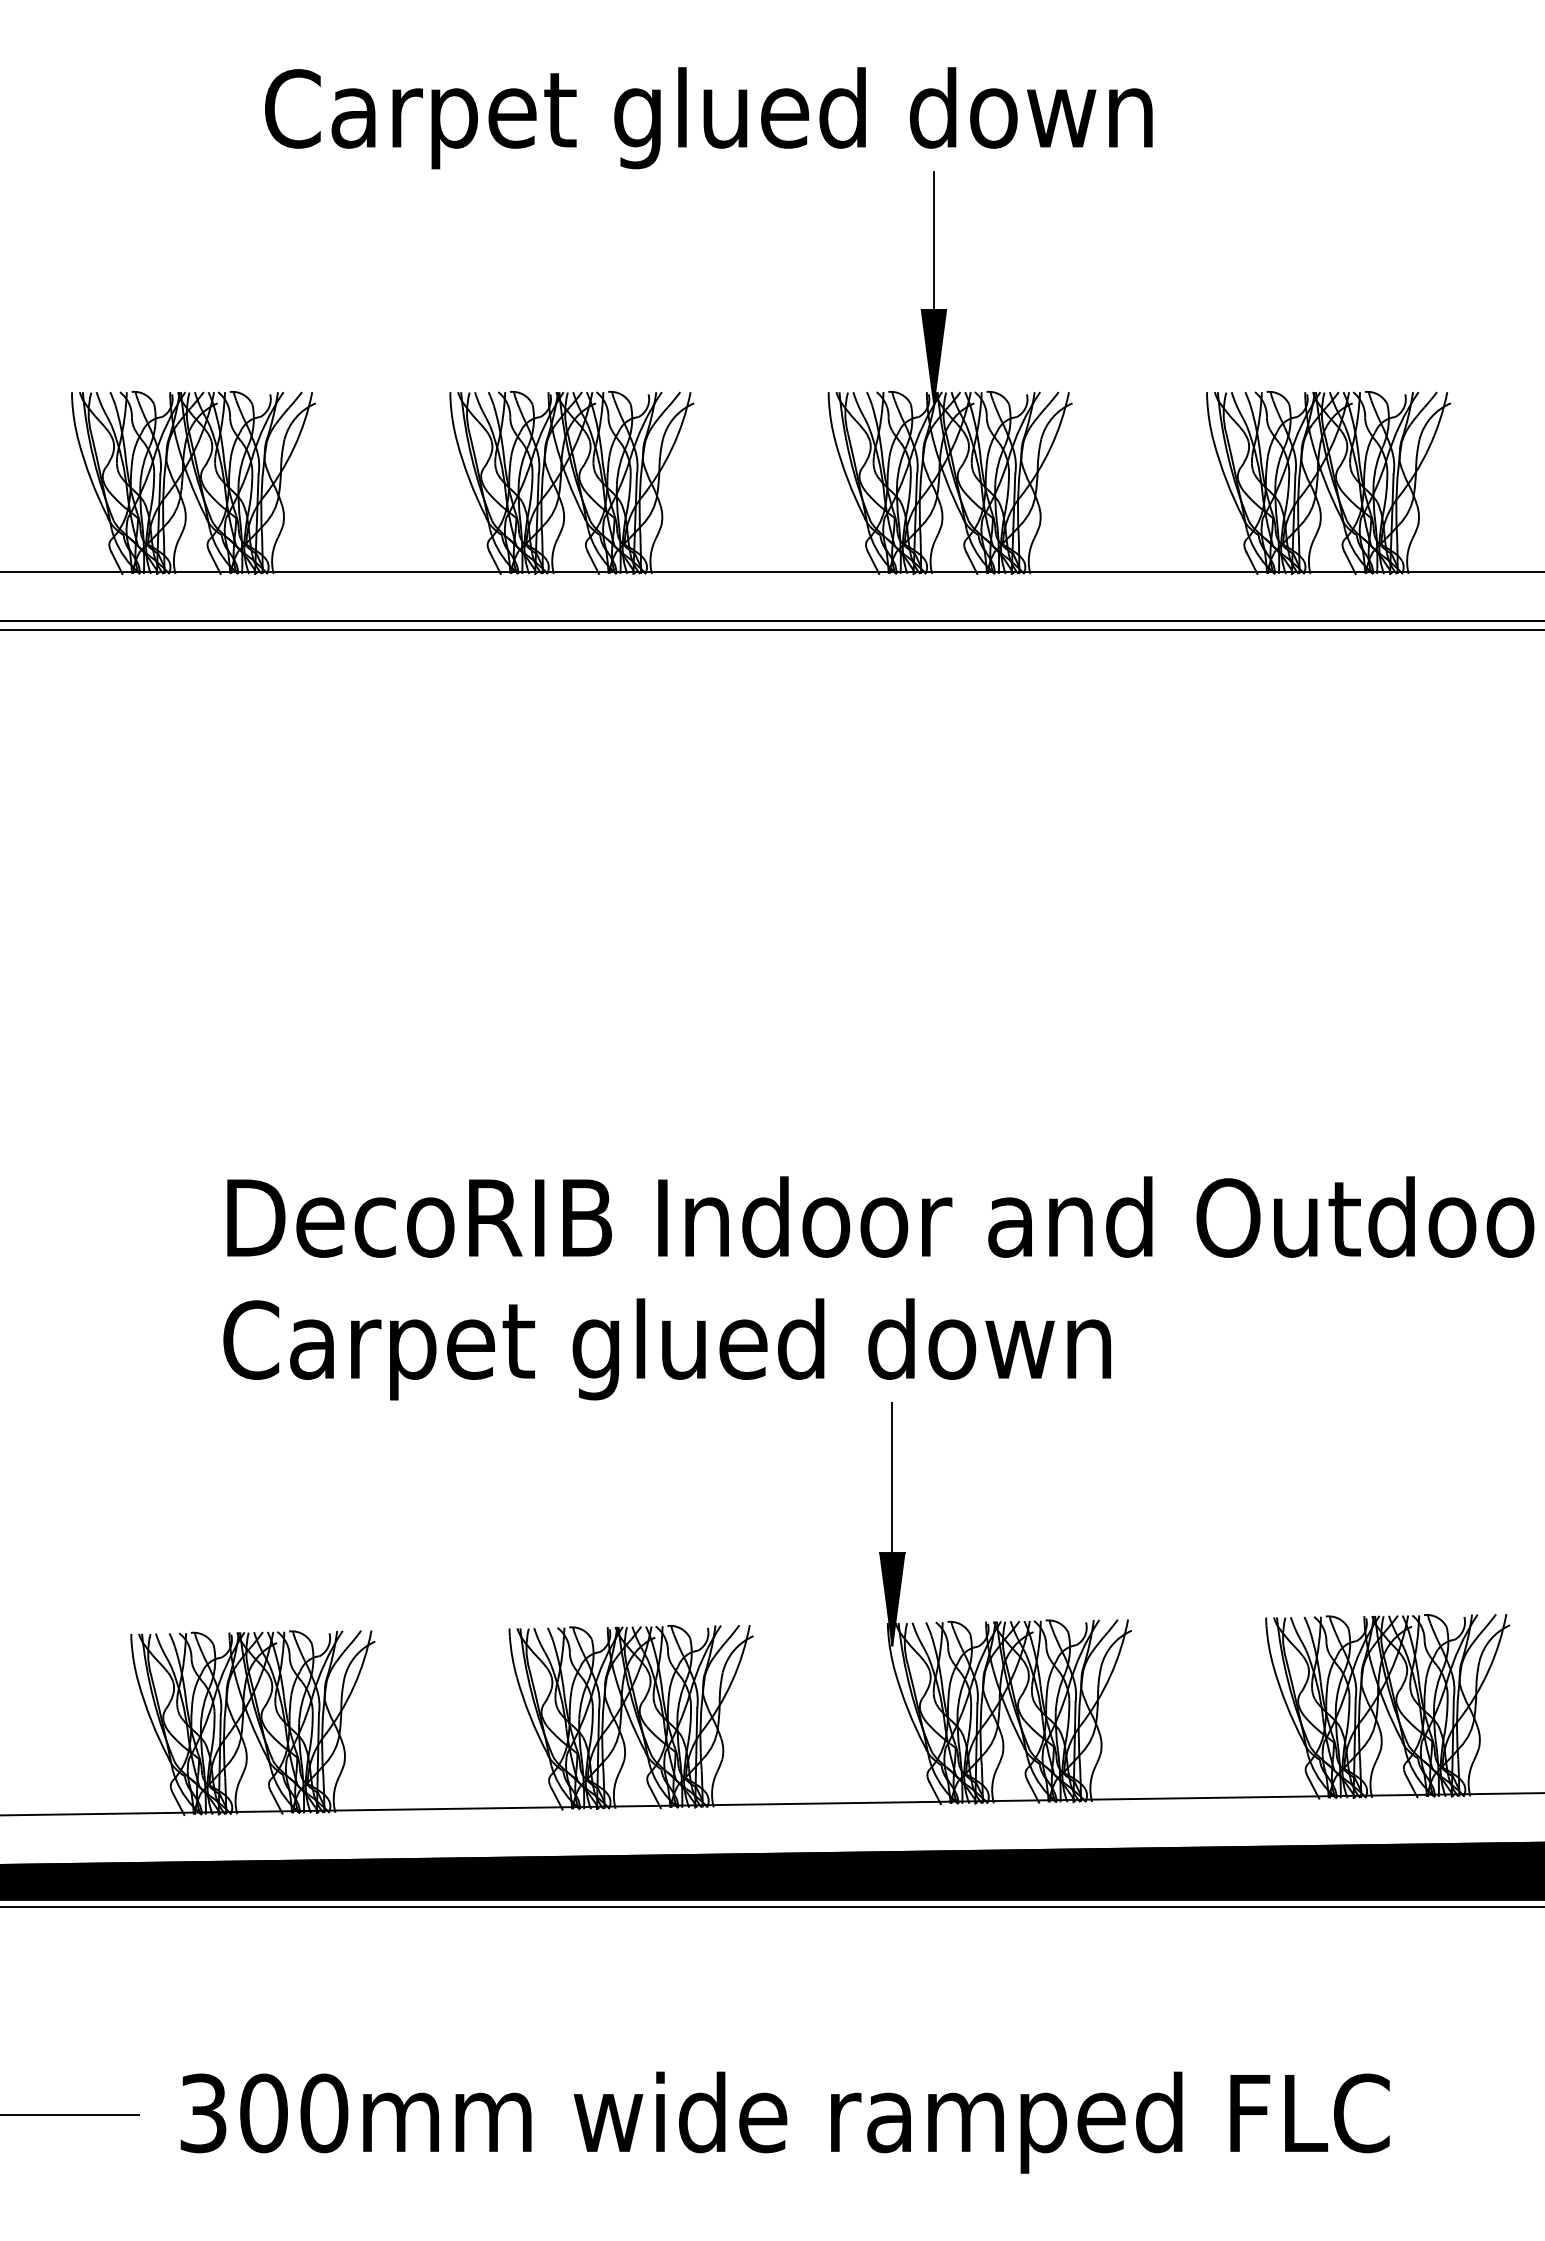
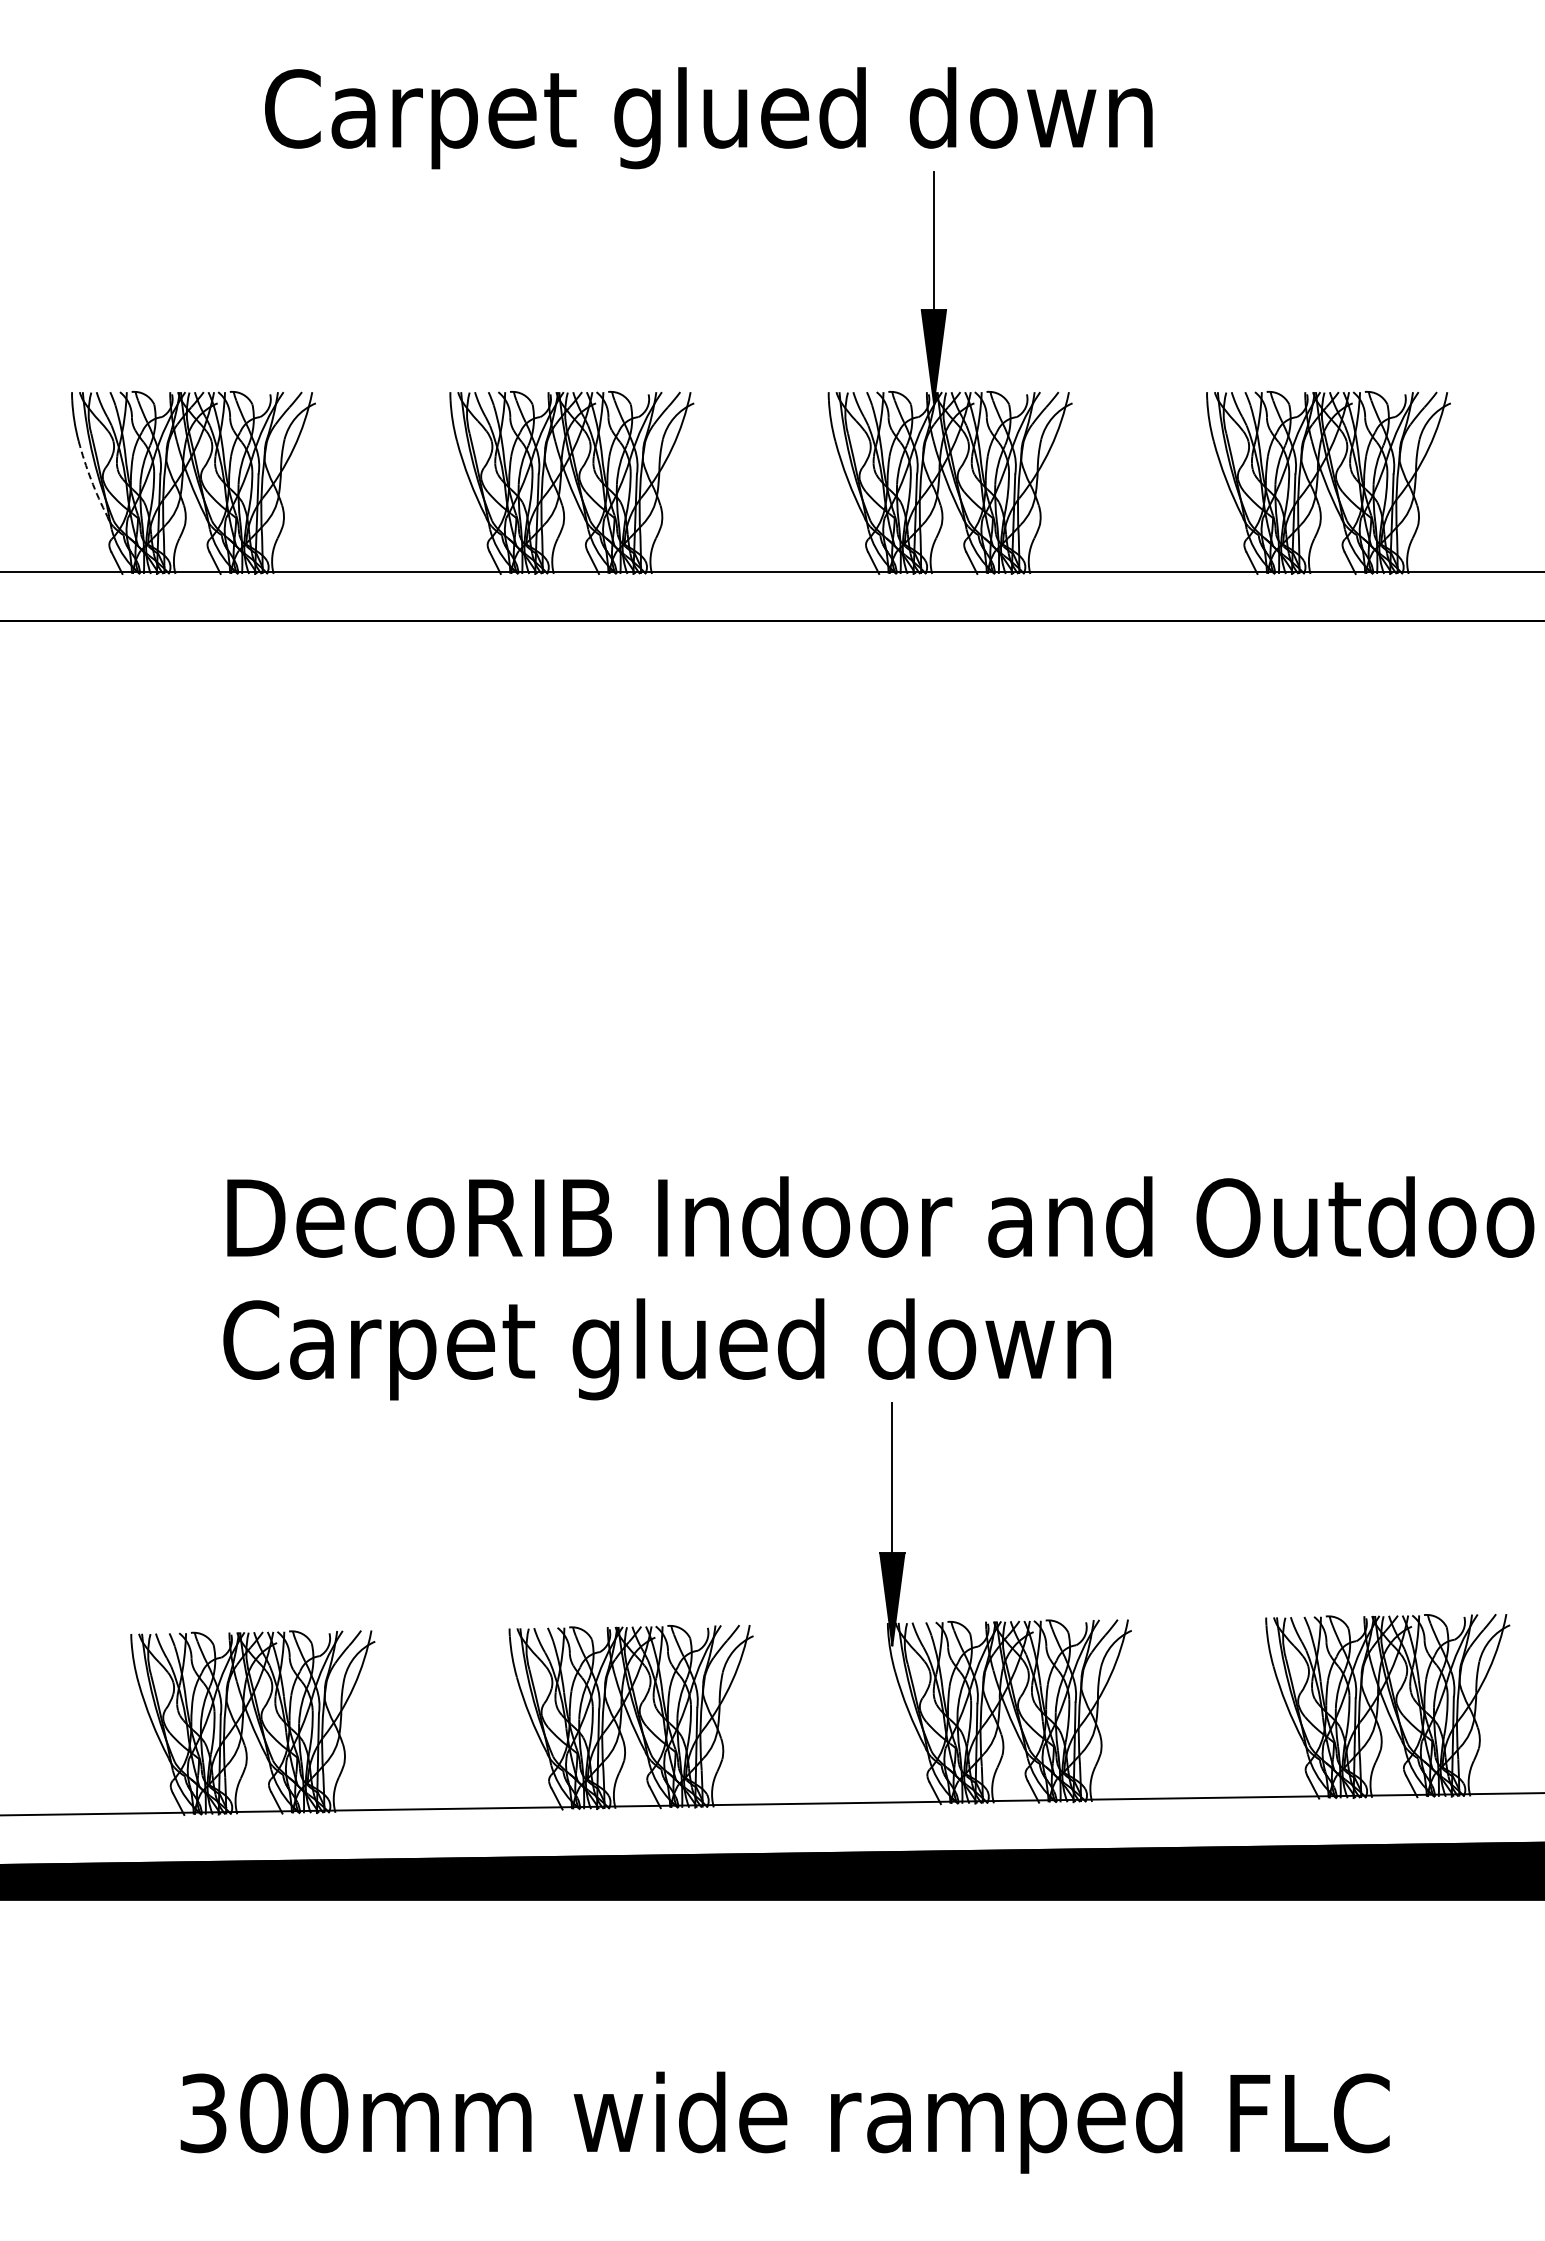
arc at (91, 479): solid -> dashed
line at (771, 629): present -> none
line at (771, 1906): present -> none
line at (70, 2115): present -> none
